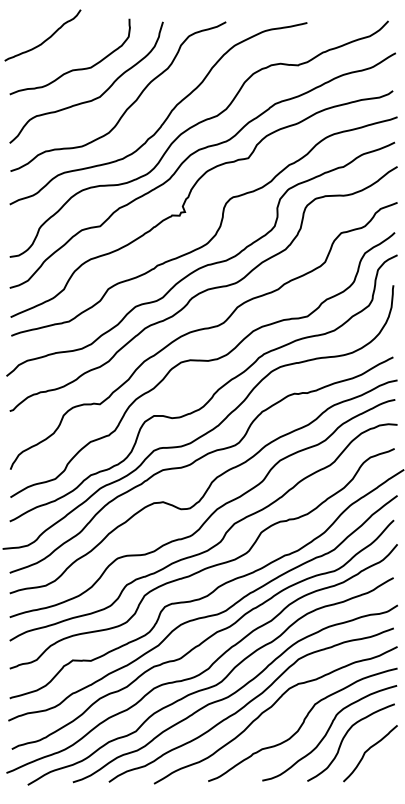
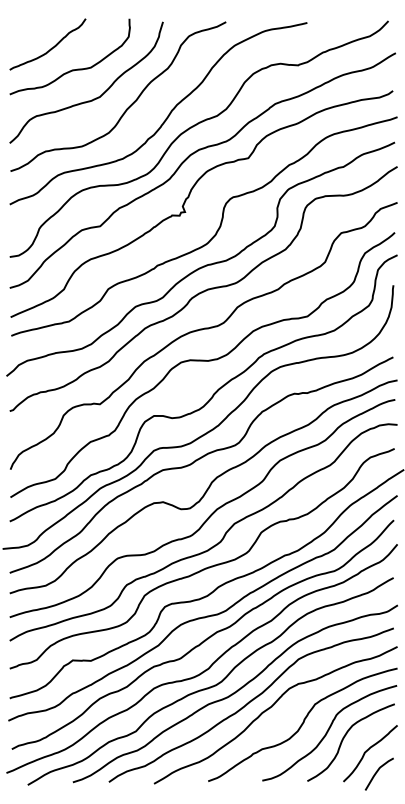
curve at (46, 38) position: (46, 38) -> (51, 47)
curve at (377, 772): none -> present
